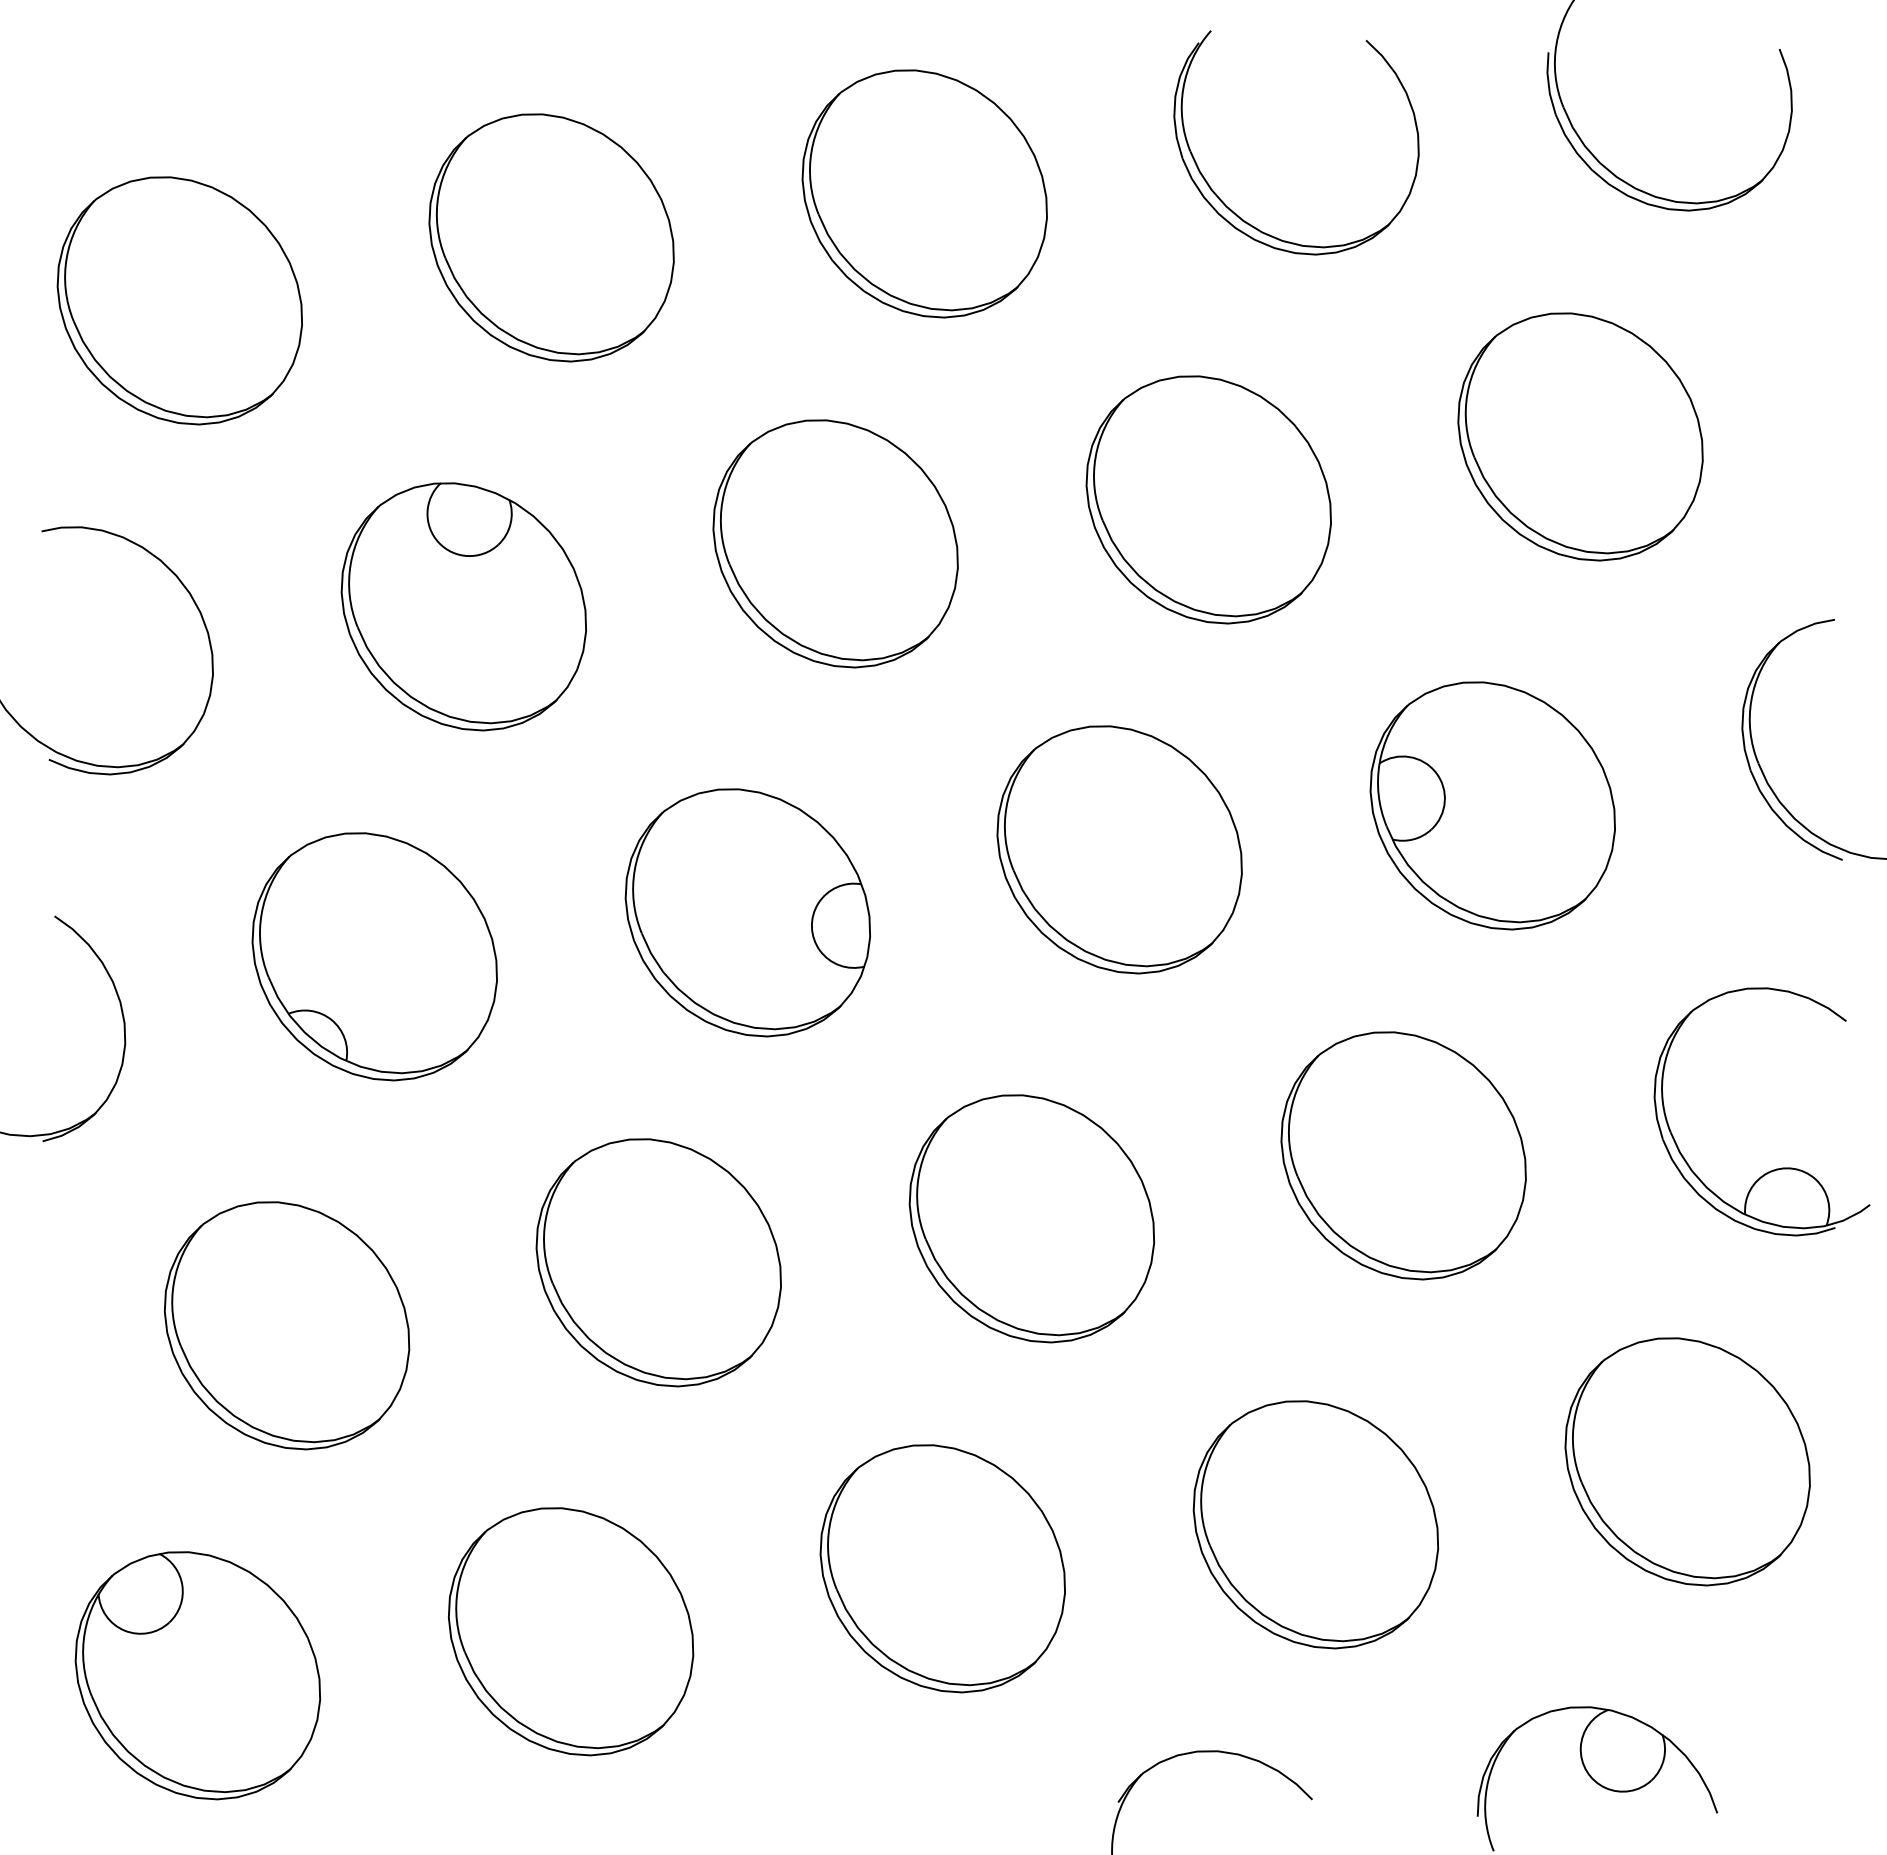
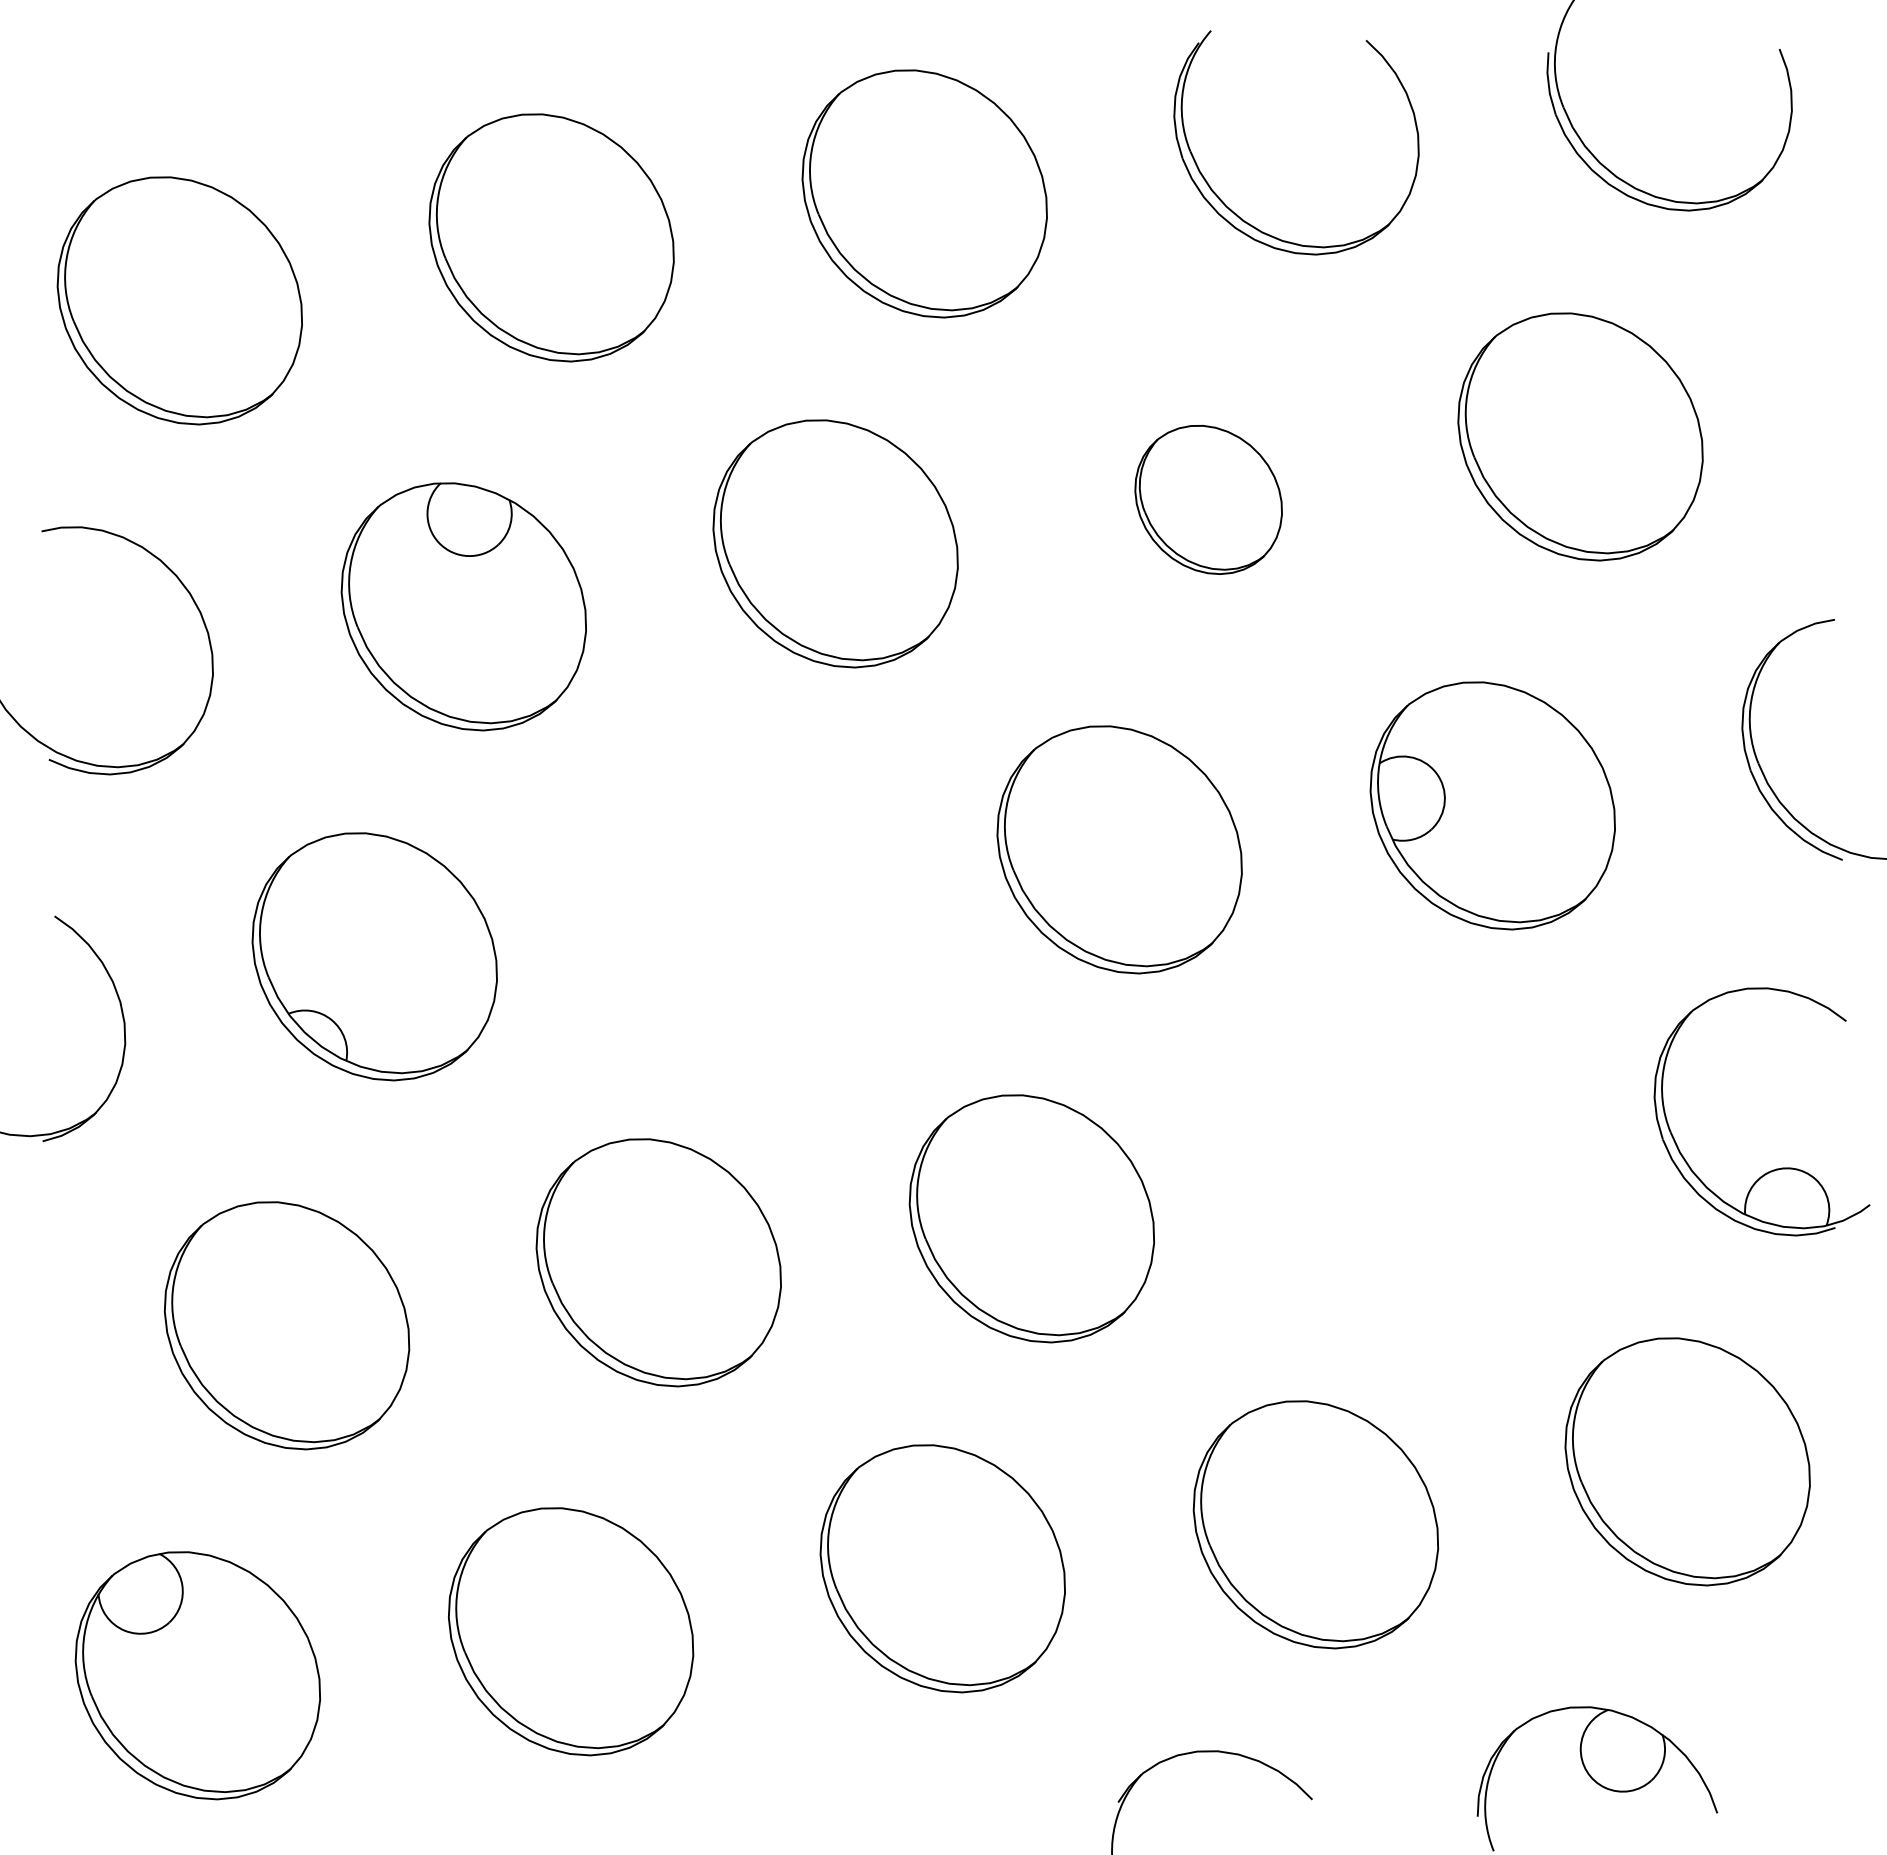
part at (1208, 499) size: 247x250 px -> 149x150 px
part at (747, 912): present -> none
part at (1403, 1155): present -> none
